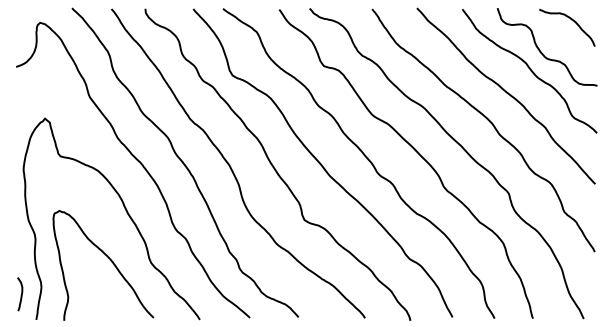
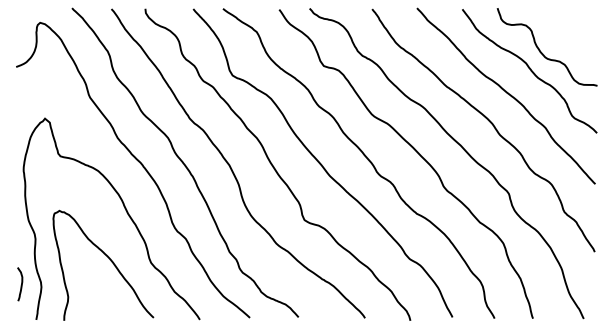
curve at (571, 20): present -> none
curve at (21, 294) position: (21, 294) -> (21, 284)
